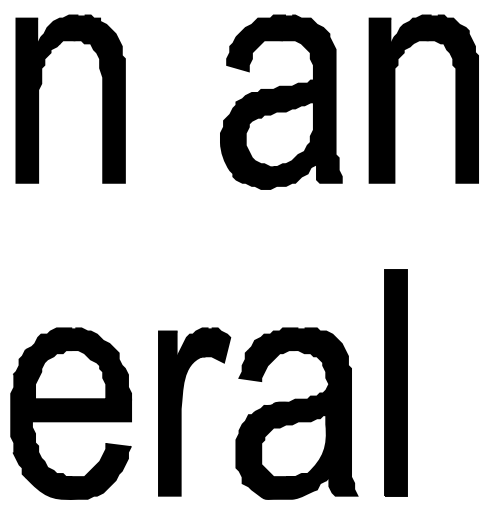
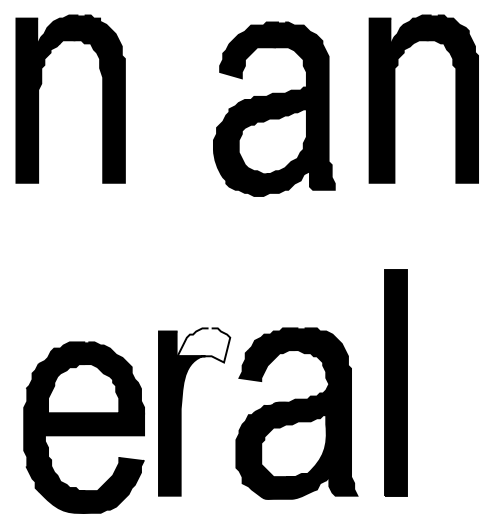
part at (281, 101) position: (281, 101) -> (274, 108)
fill at (203, 345): present -> none
part at (70, 413) position: (70, 413) -> (83, 427)
